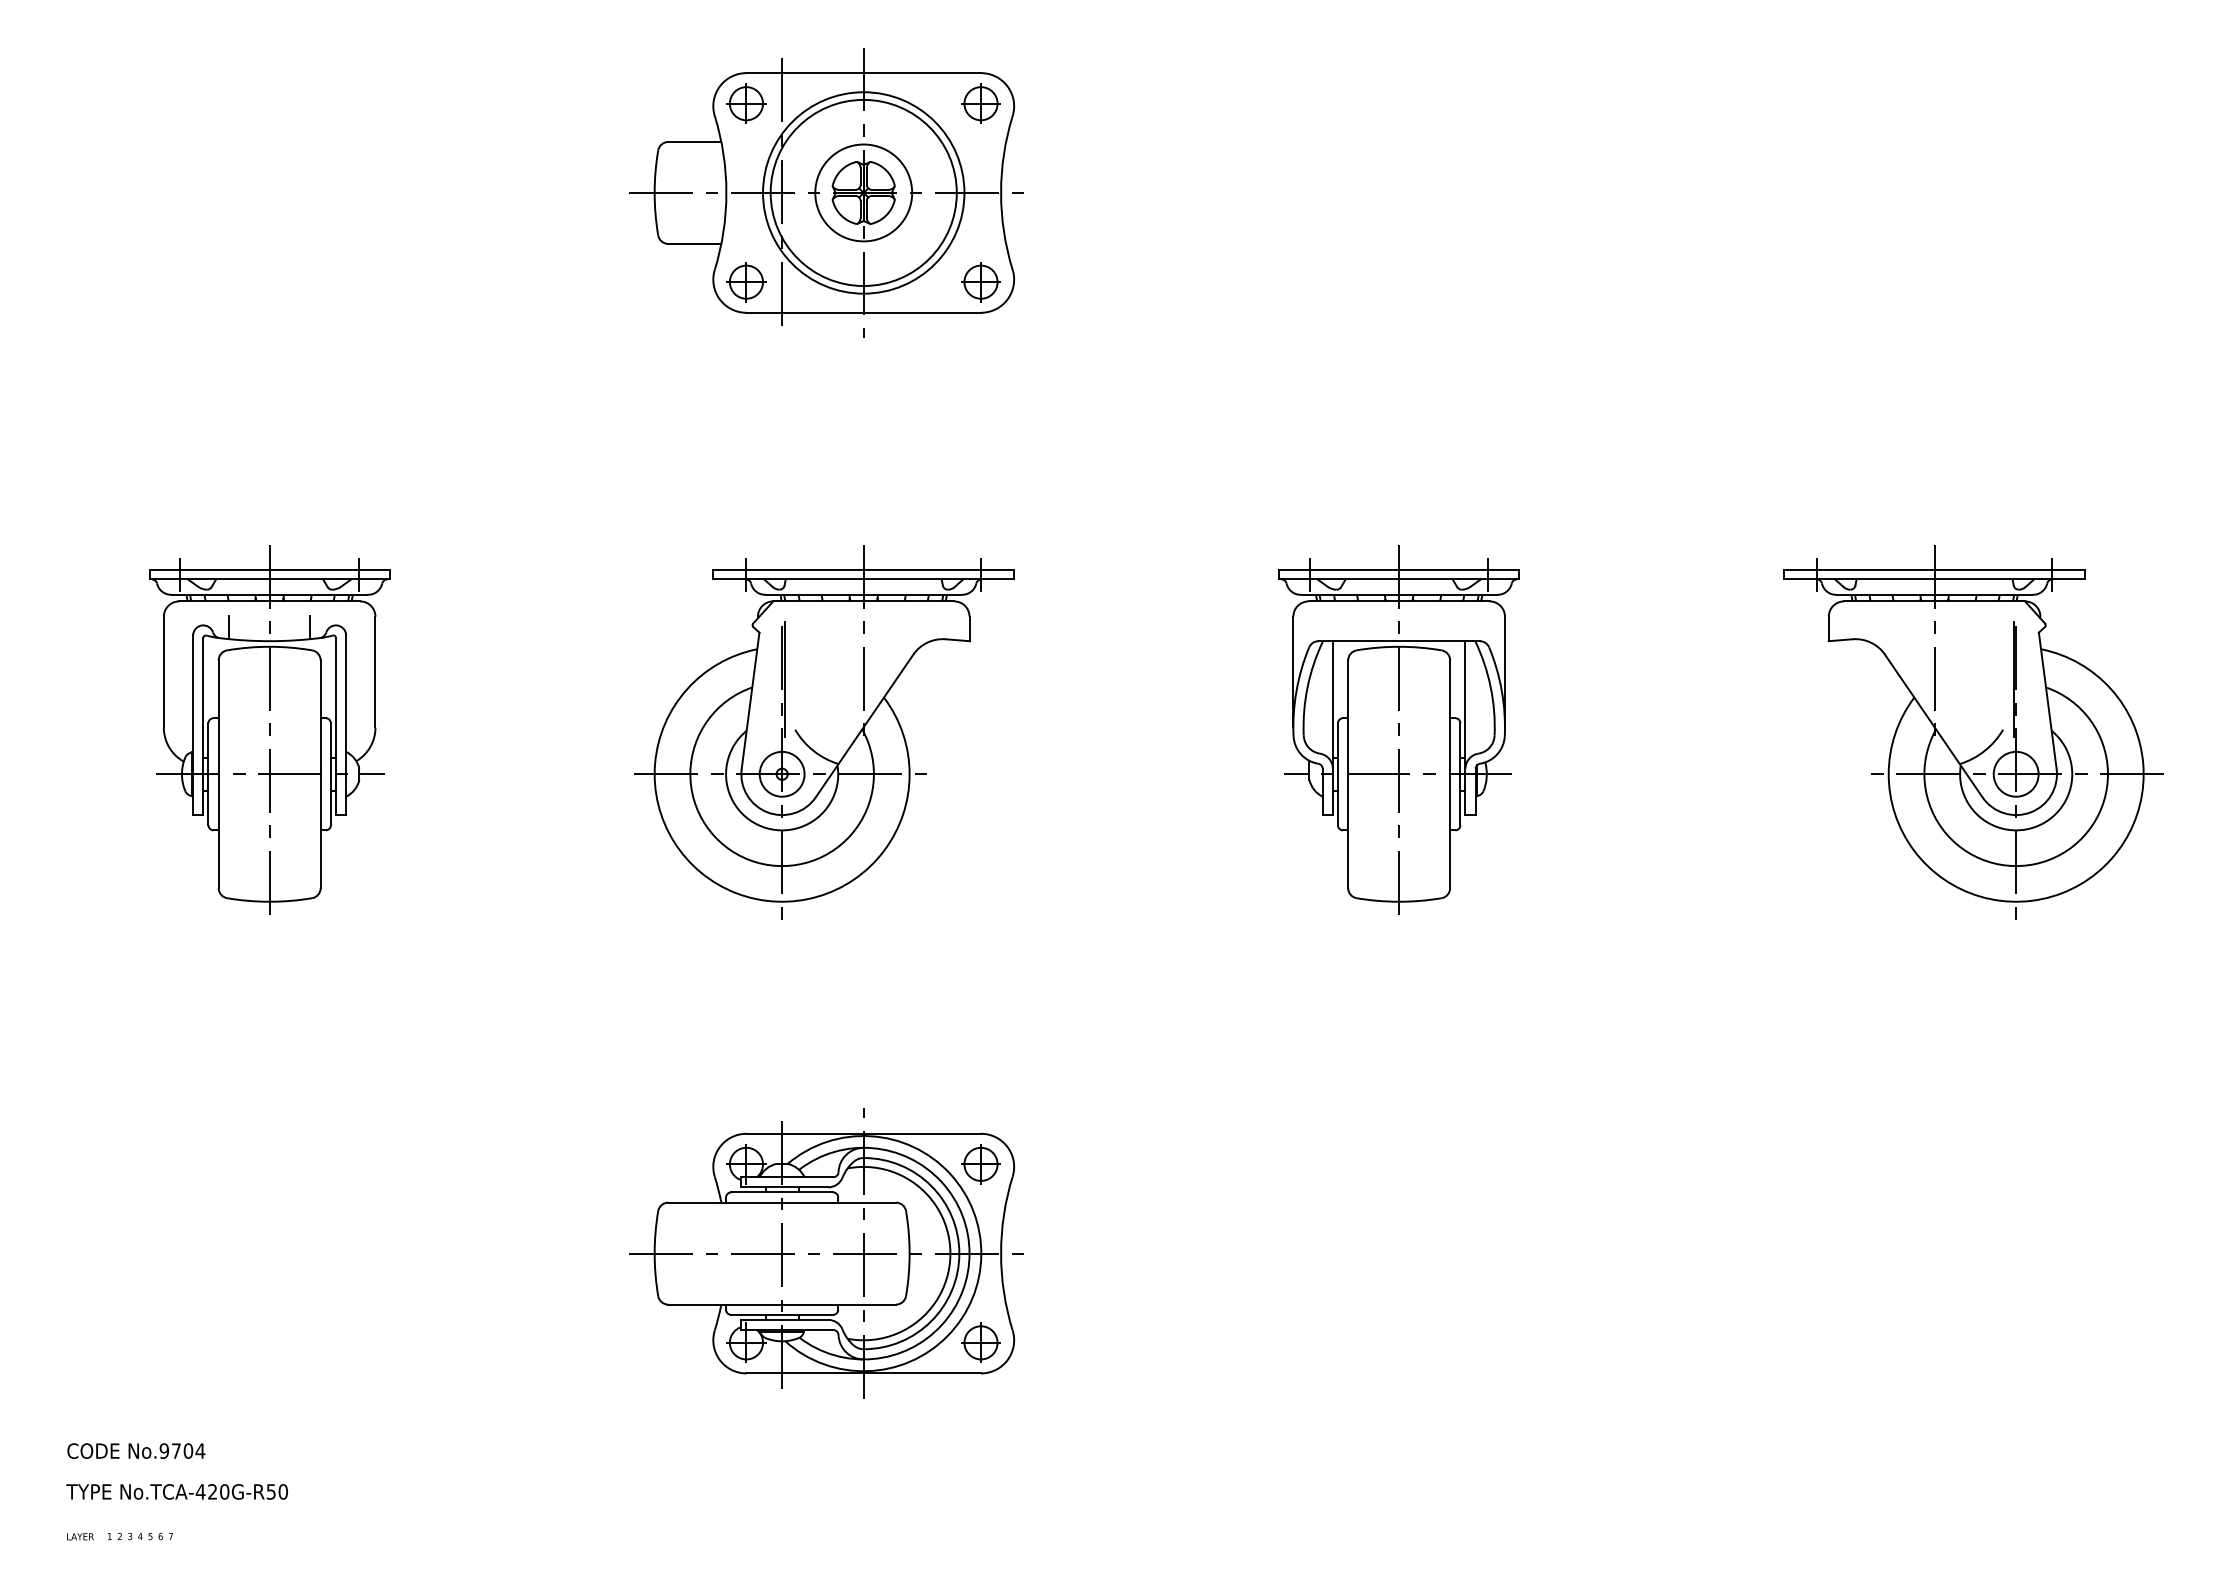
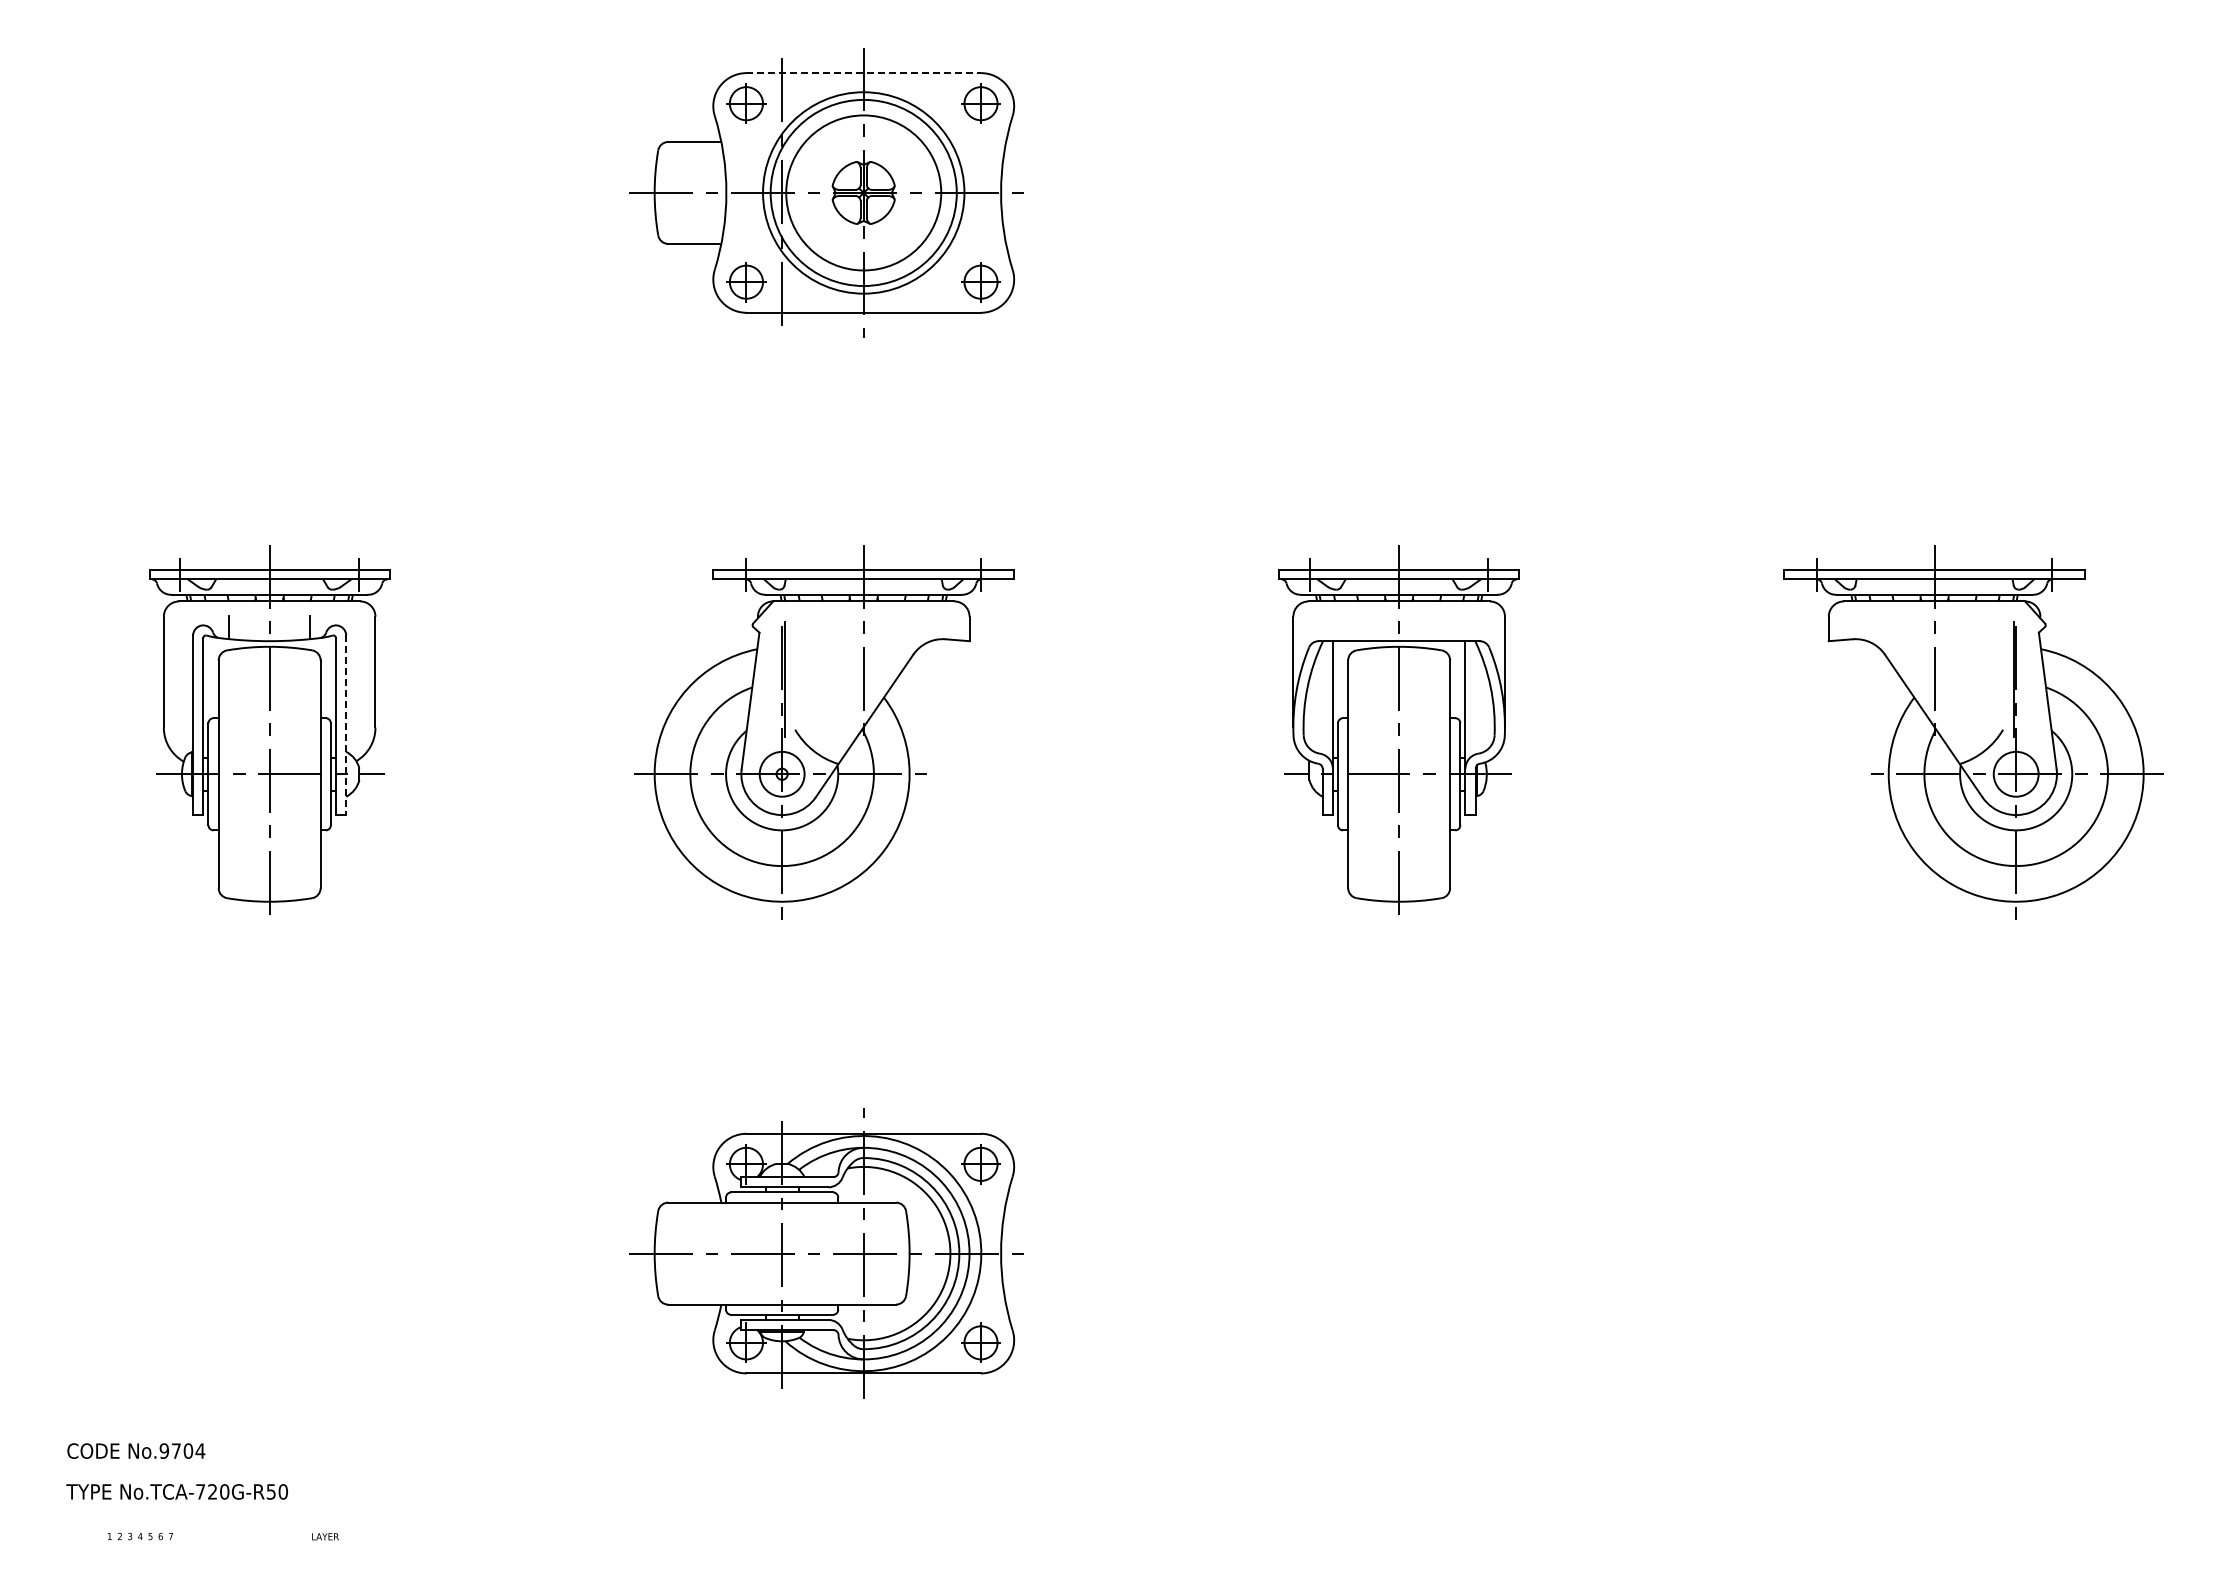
line at (864, 73): solid -> dashed
circle at (863, 192) diameter: 97 px -> 155 px
line at (346, 725): solid -> dashed
text at (200, 1491): No.TCA-420G-R50 -> No.TCA-720G-R50
text at (80, 1536) position: (80, 1536) -> (325, 1536)
